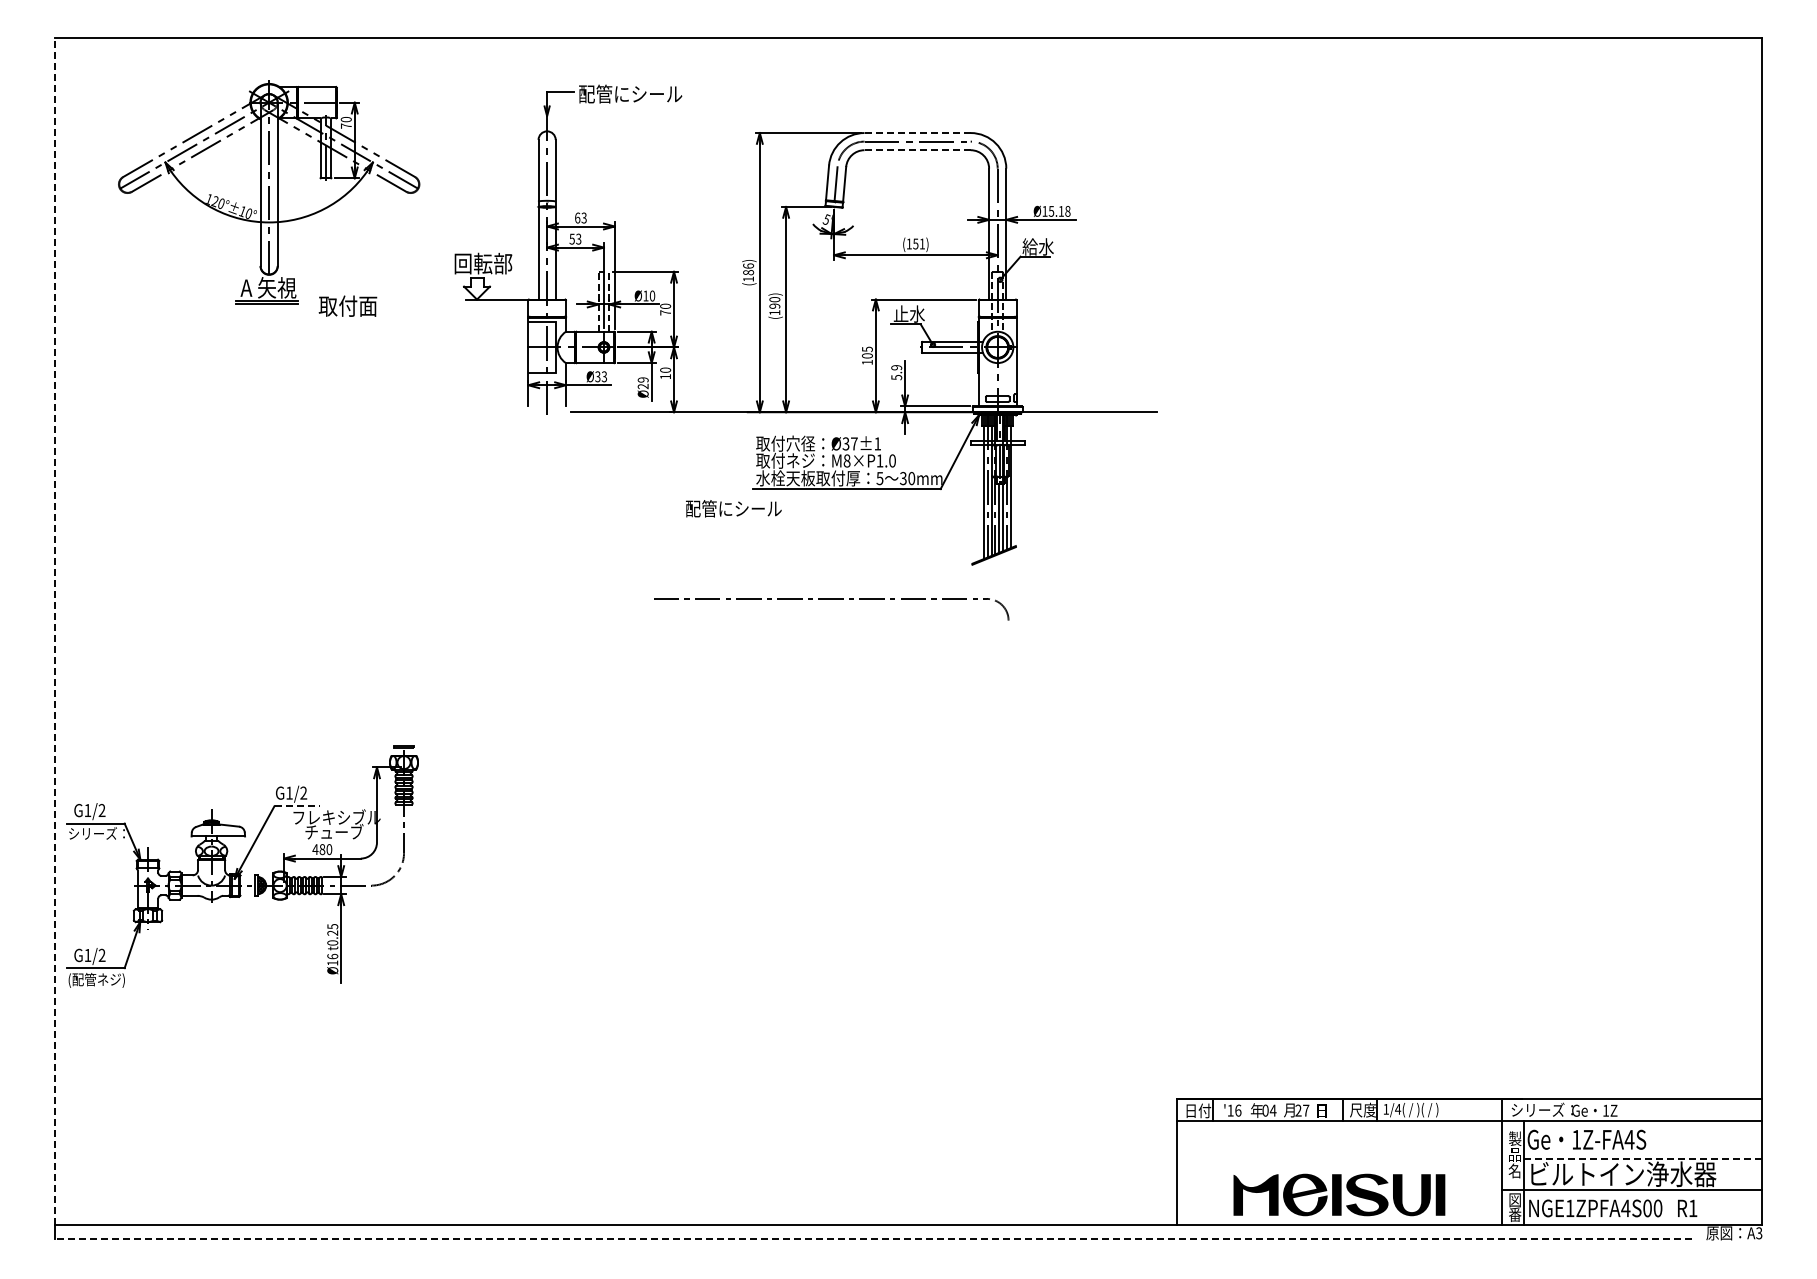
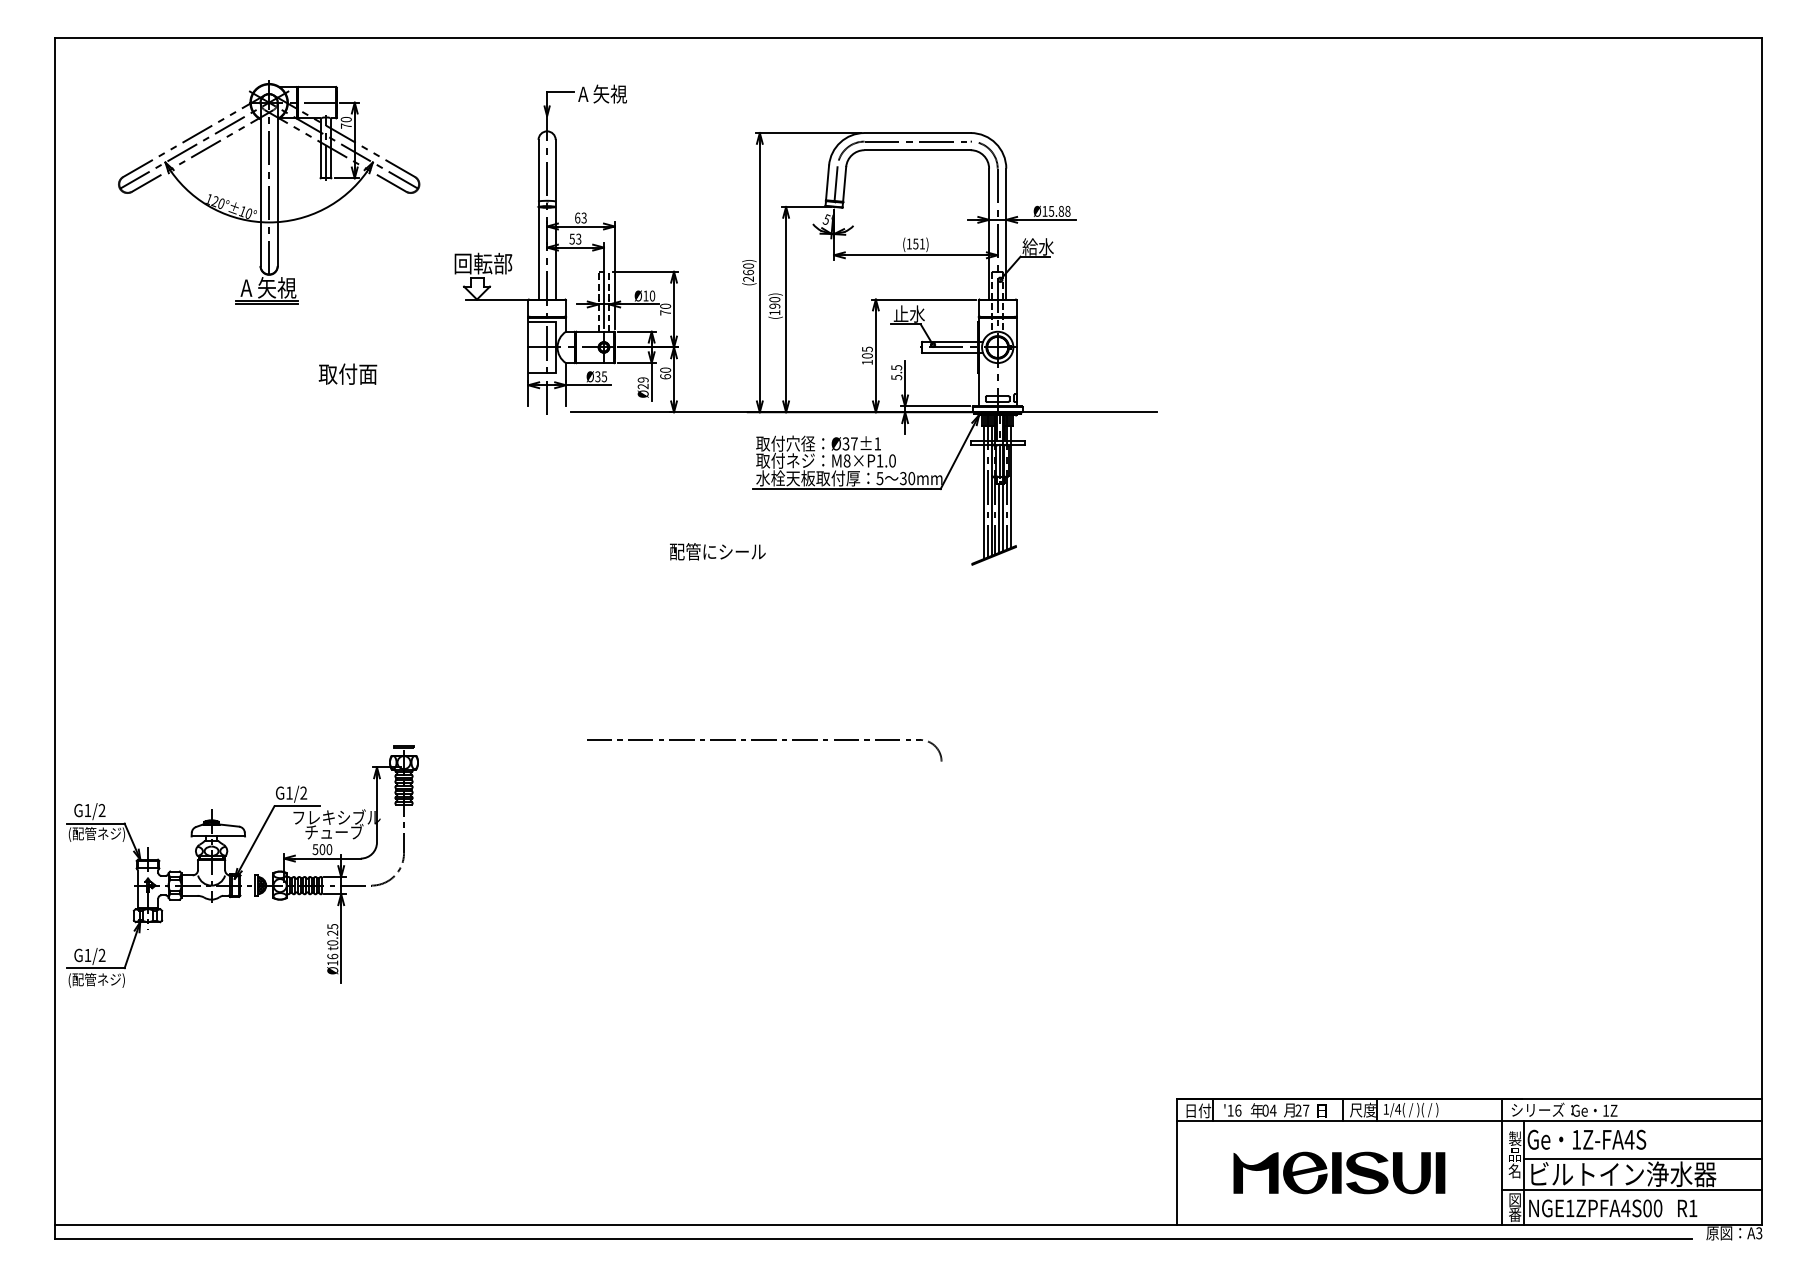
text at (630, 93): 配管にシール -> A 矢視
line at (918, 133): dashed -> solid
line at (918, 150): dashed -> solid
text at (1061, 210): Ø15.18 -> Ø15.88
text at (748, 272): (186) -> (260)
text at (347, 305) position: (347, 305) -> (347, 373)
text at (896, 367): 5.9 -> 5.5
text at (604, 376): Ø33 -> Ø35
text at (665, 376): 10 -> 60
text at (733, 508) position: (733, 508) -> (717, 551)
part at (831, 599) position: (831, 599) -> (764, 740)
line at (54, 631): dashed -> solid
line at (297, 806): dashed -> solid
text at (96, 834): シリーズ： -> (配管ネジ)
text at (318, 849): 480 -> 500
line at (1643, 1158): dashed -> solid
part at (1339, 1194) position: (1339, 1194) -> (1339, 1172)
line at (873, 1239): dashed -> solid
